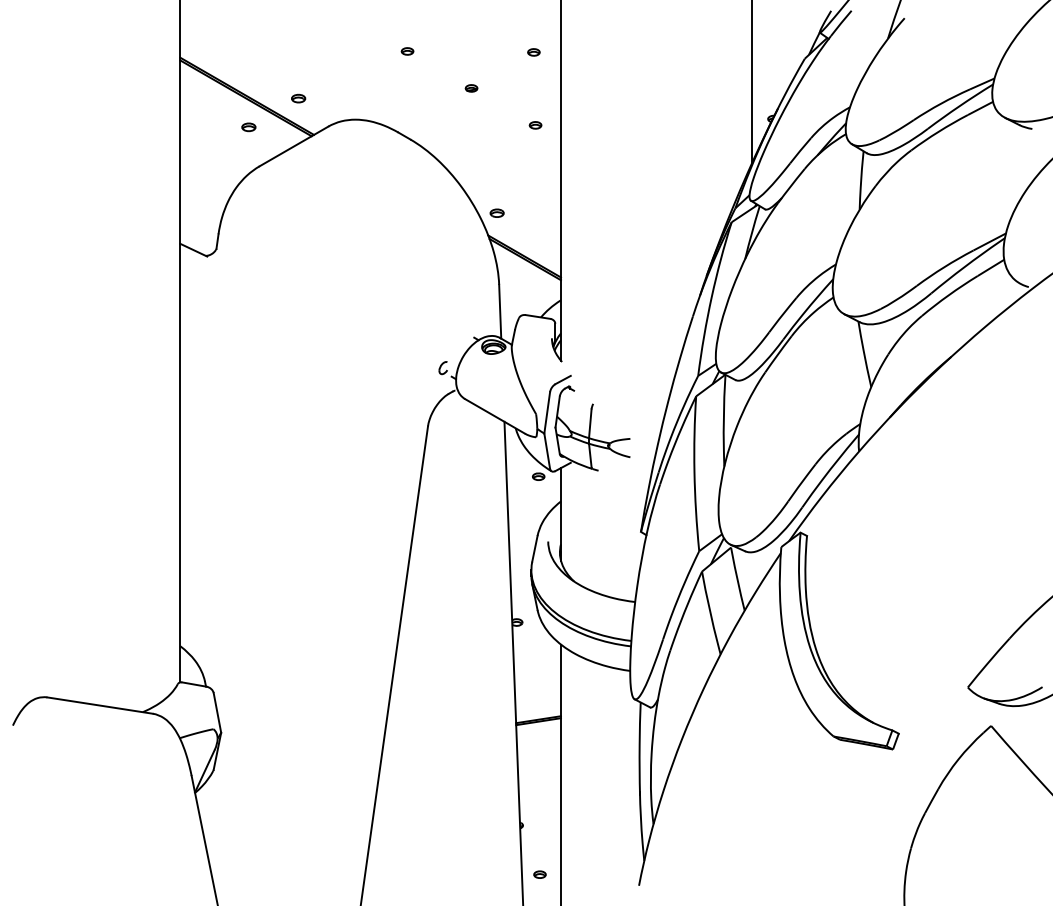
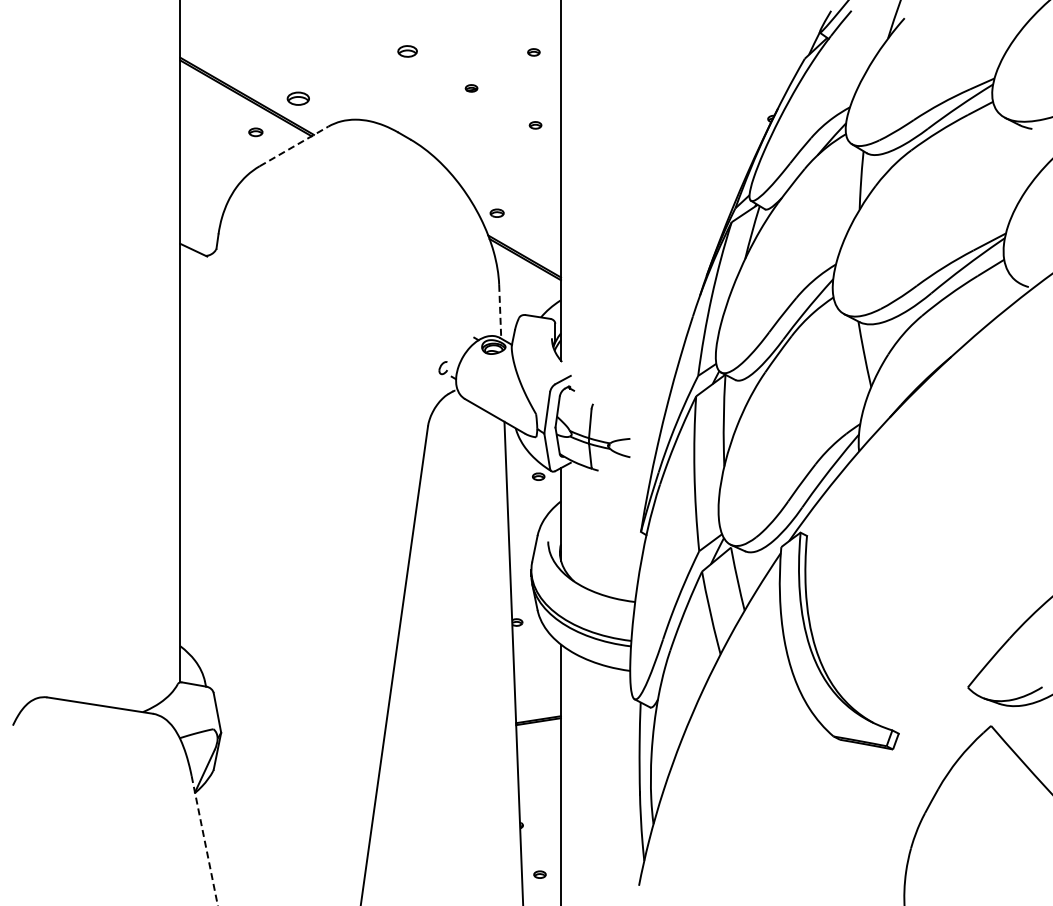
part at (407, 51) size: 15x9 px -> 21x13 px
line at (752, 82): present -> none
part at (298, 98) size: 16x11 px -> 24x15 px
part at (248, 127) position: (248, 127) -> (255, 132)
line at (294, 146): solid -> dashed
line at (500, 311): solid -> dashed
line at (204, 840): solid -> dashed
